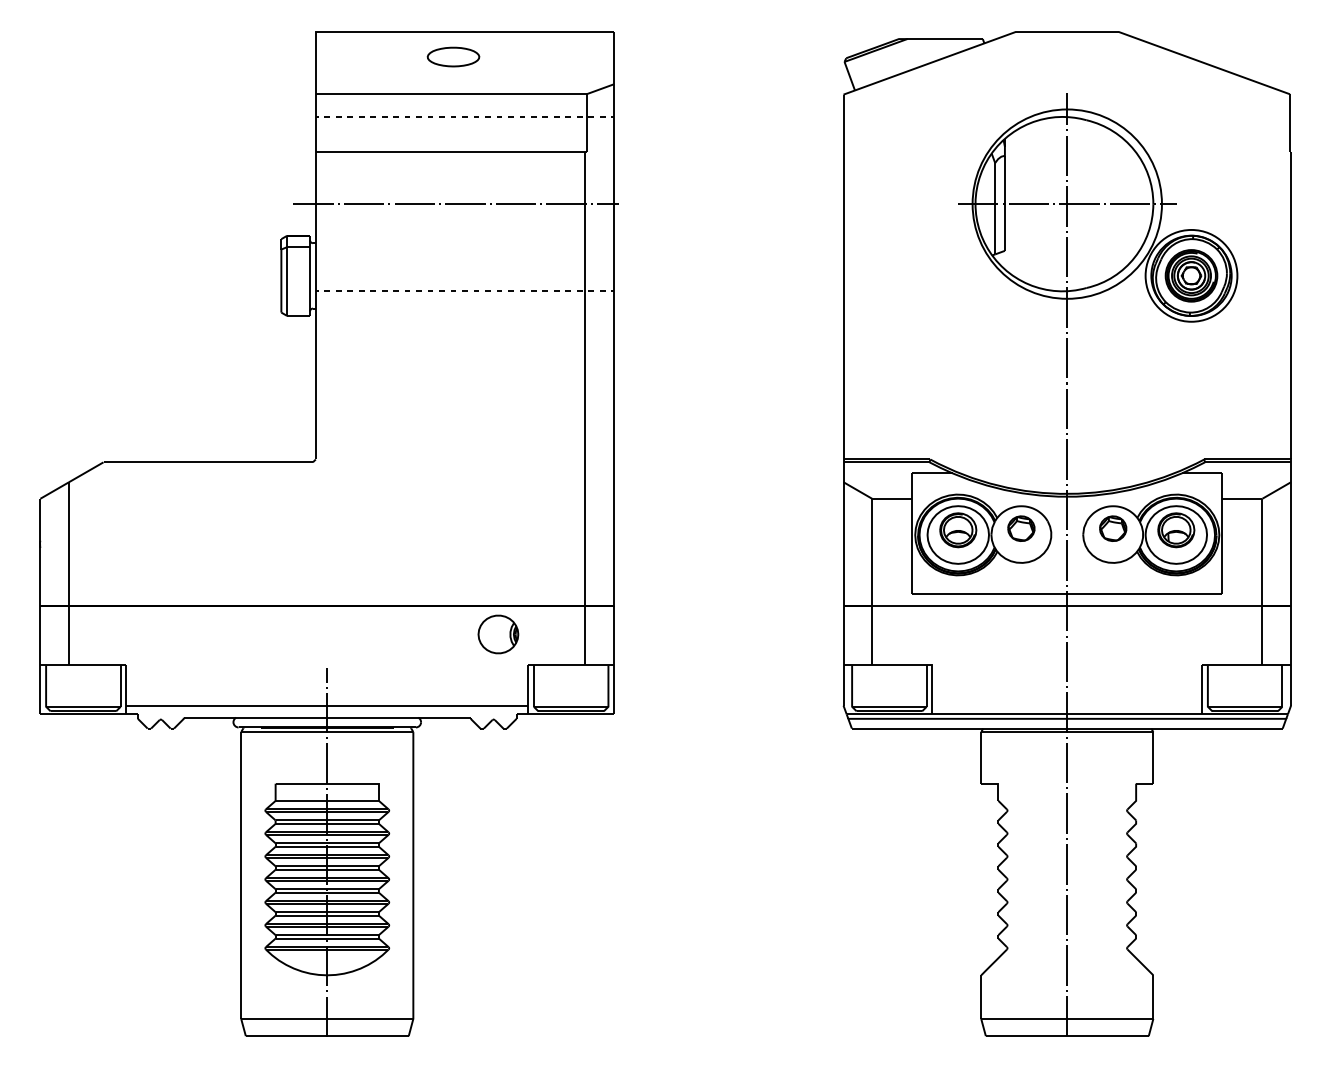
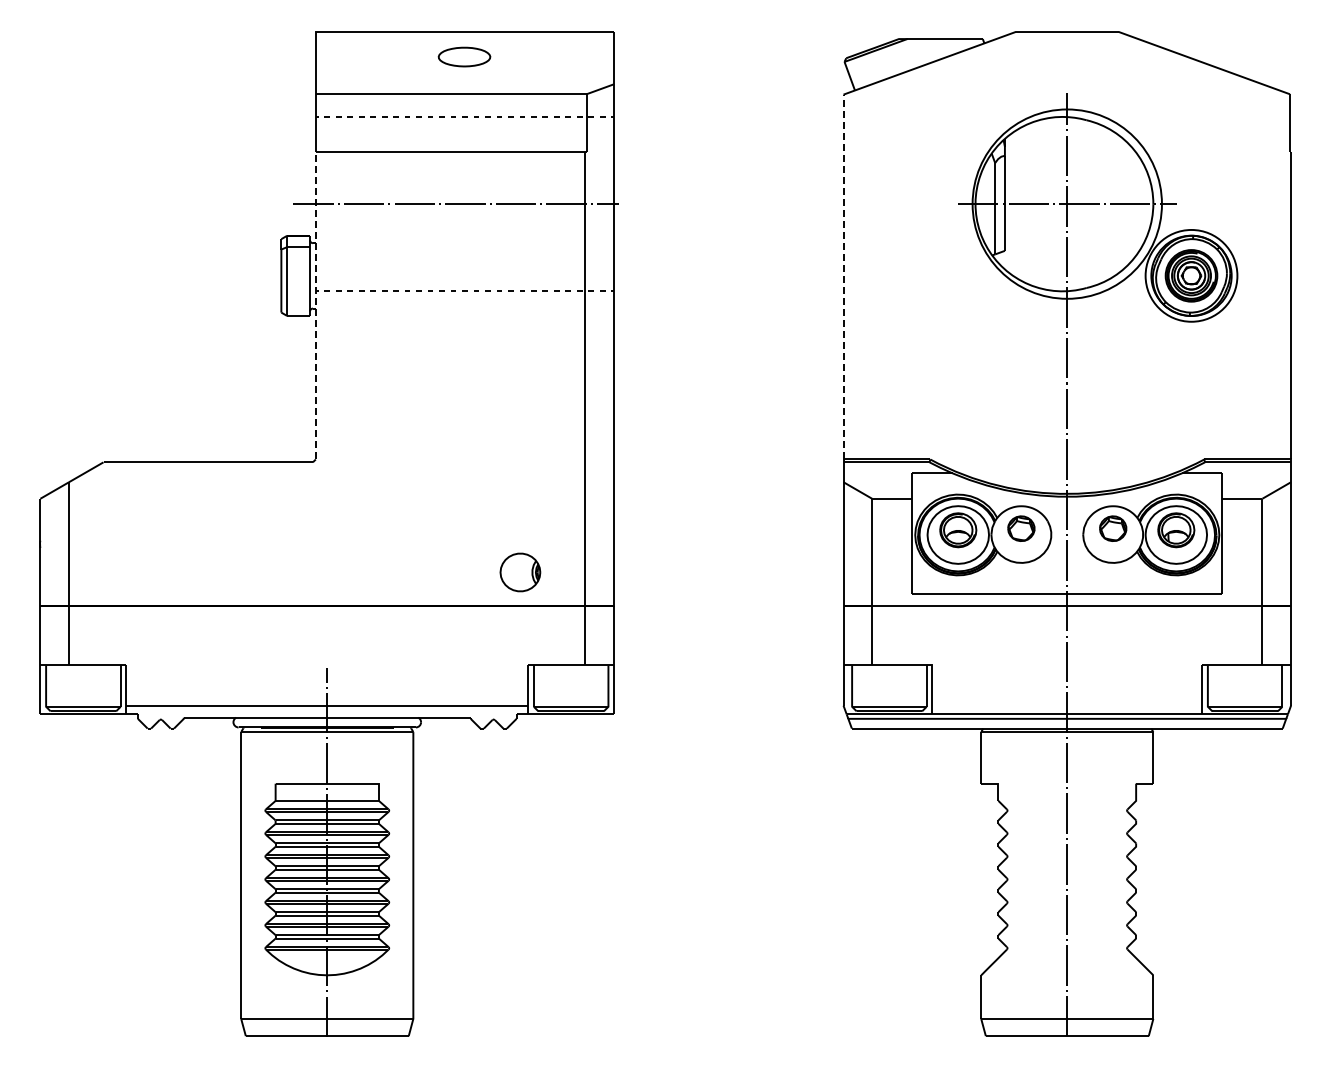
part at (453, 56) position: (453, 56) -> (464, 56)
line at (843, 276): solid -> dashed
line at (315, 305): solid -> dashed
part at (498, 634) position: (498, 634) -> (520, 572)
